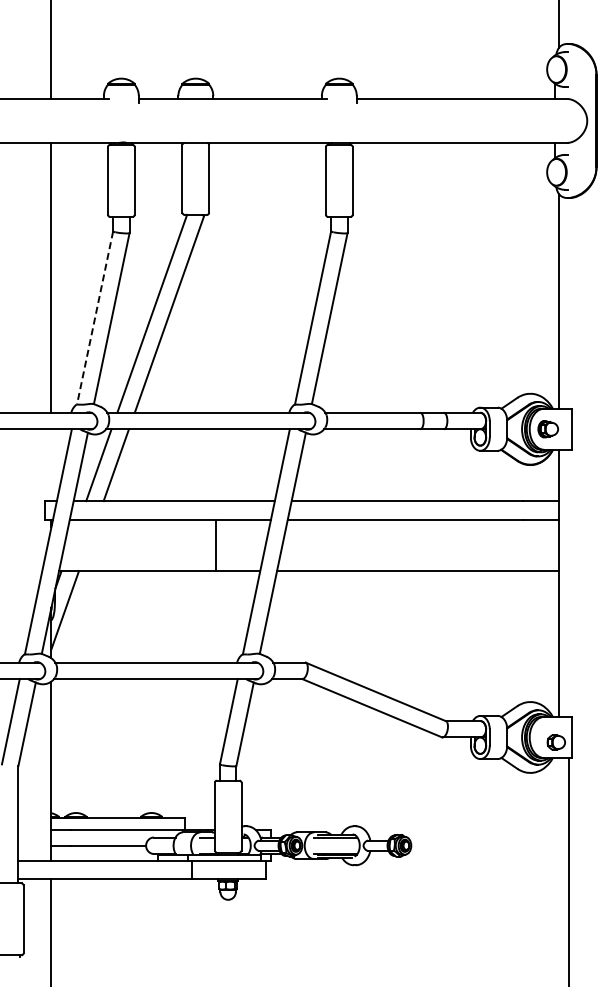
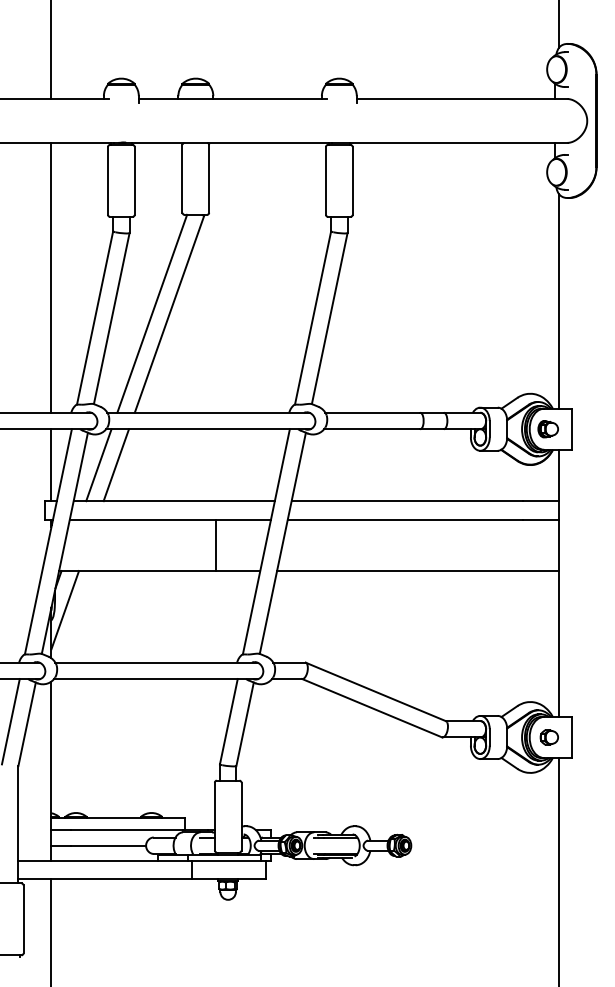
line at (94, 318): dashed -> solid
line at (51, 465): none -> present
part at (555, 742) position: (555, 742) -> (548, 737)
line at (568, 870) position: (568, 870) -> (558, 870)
